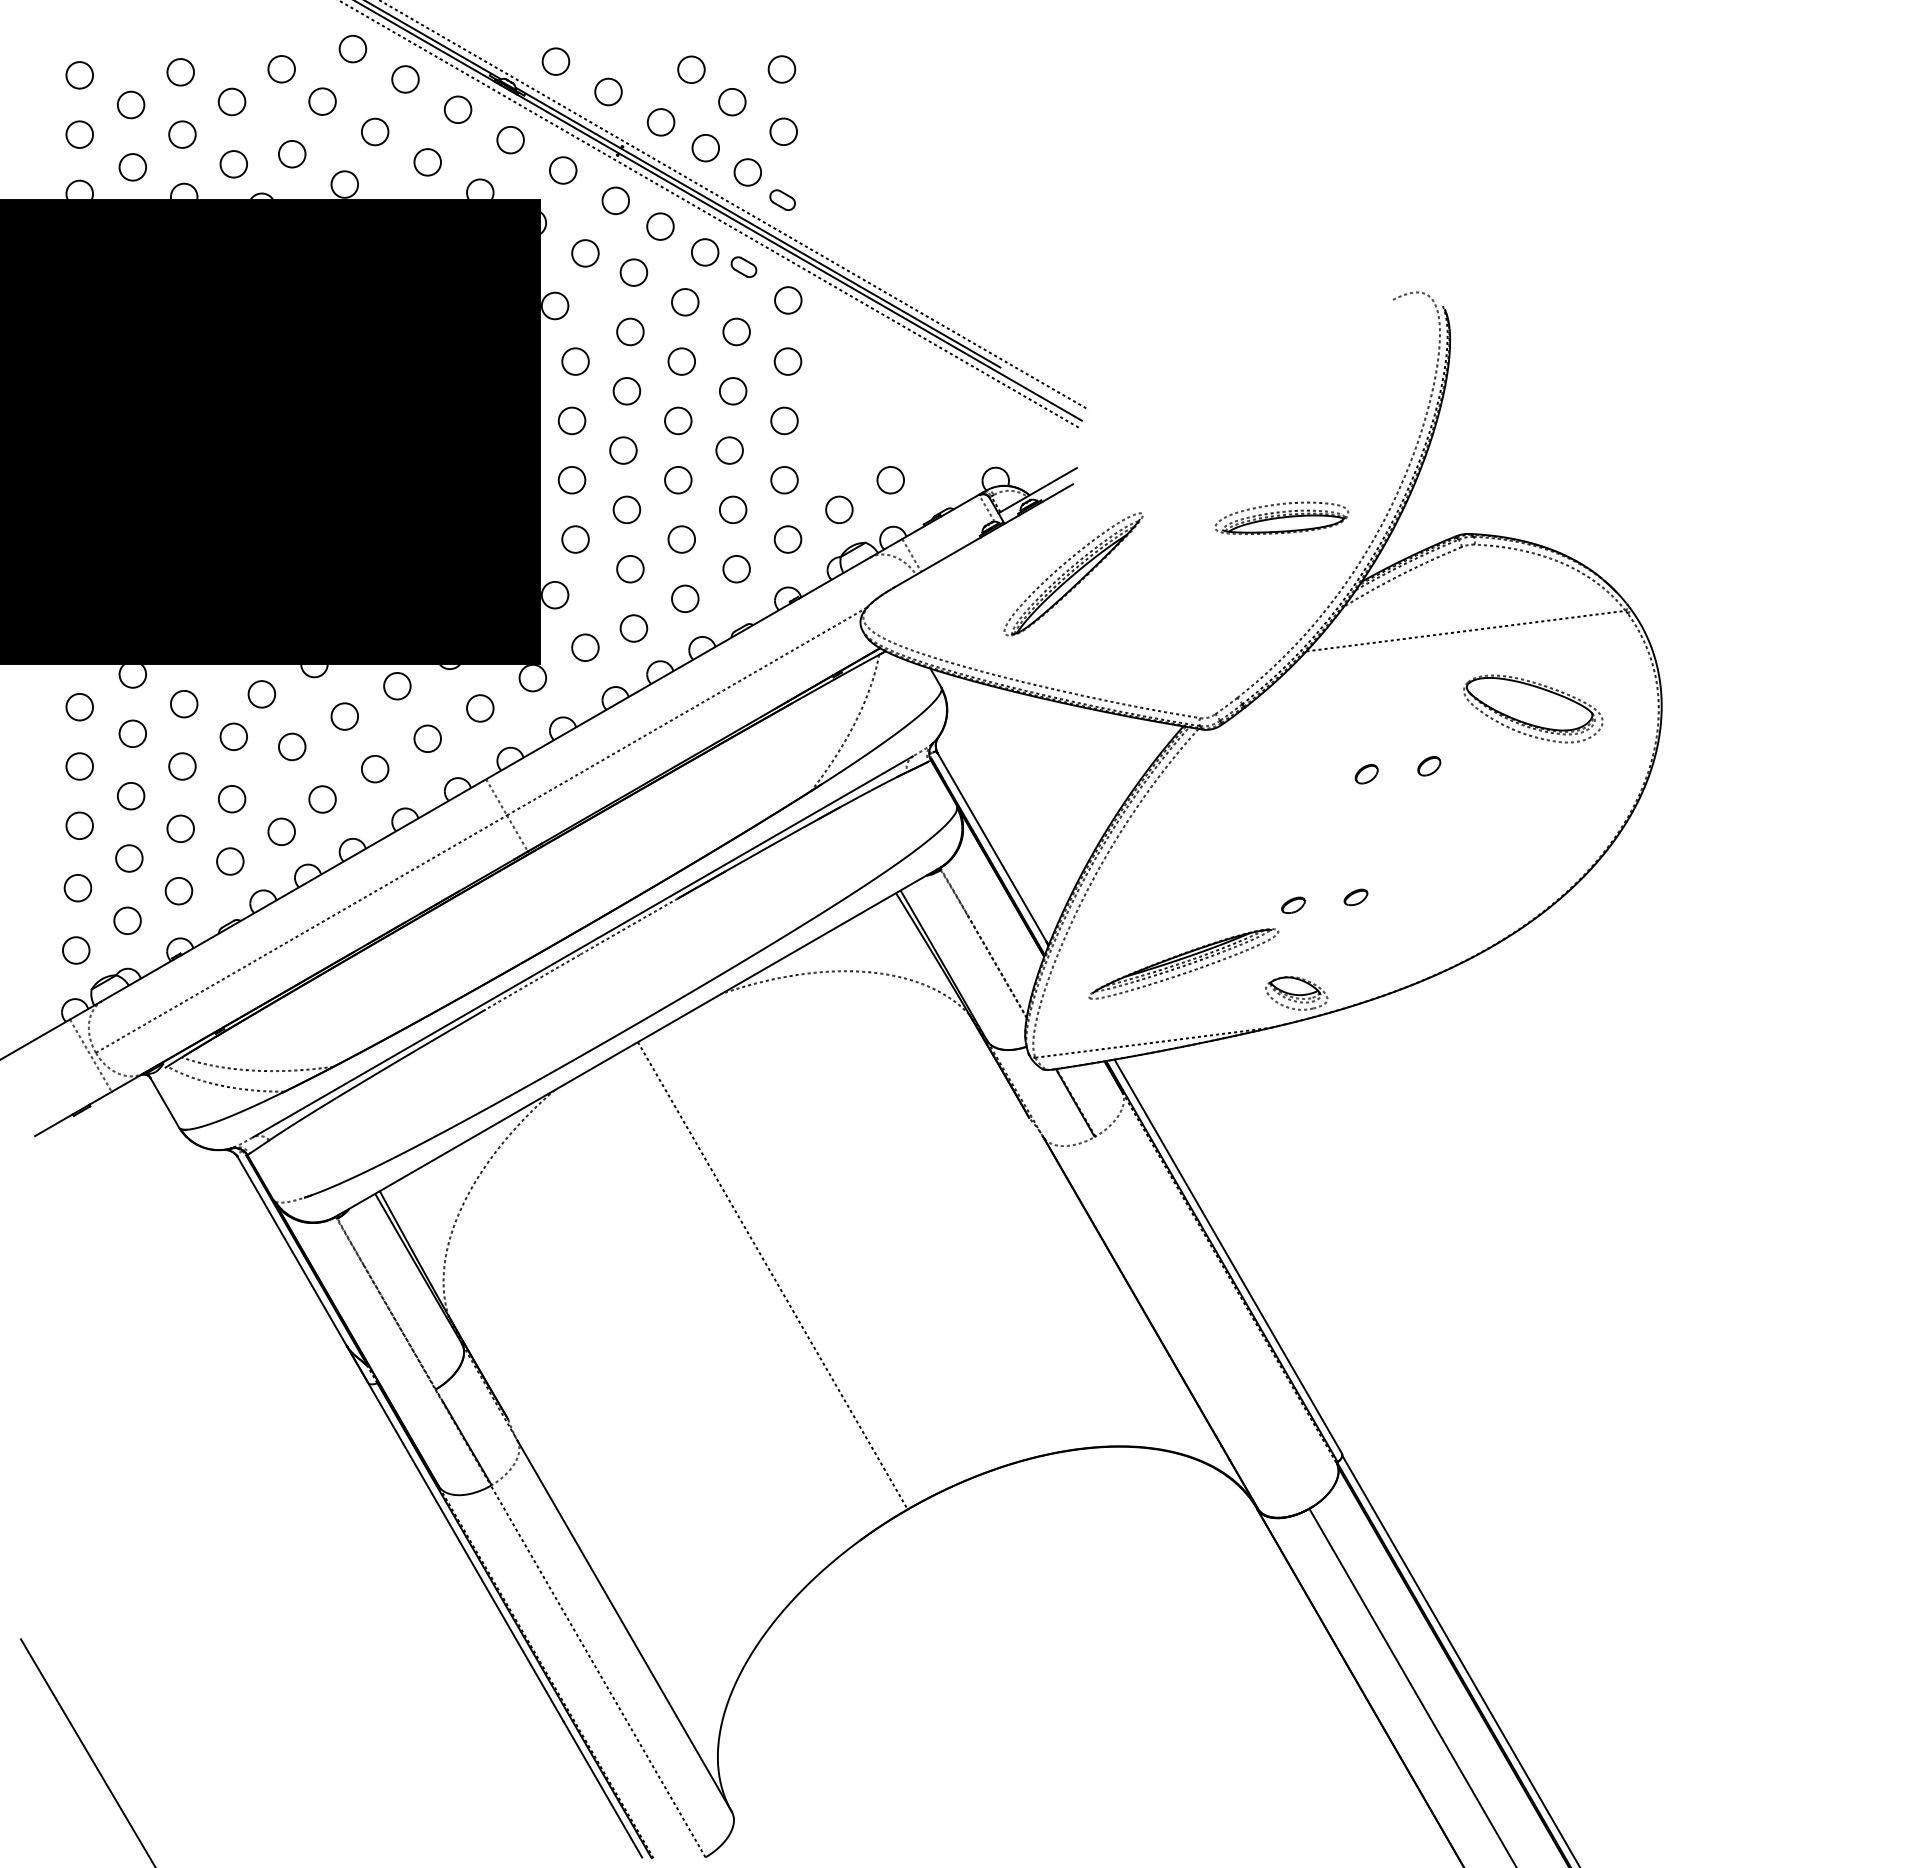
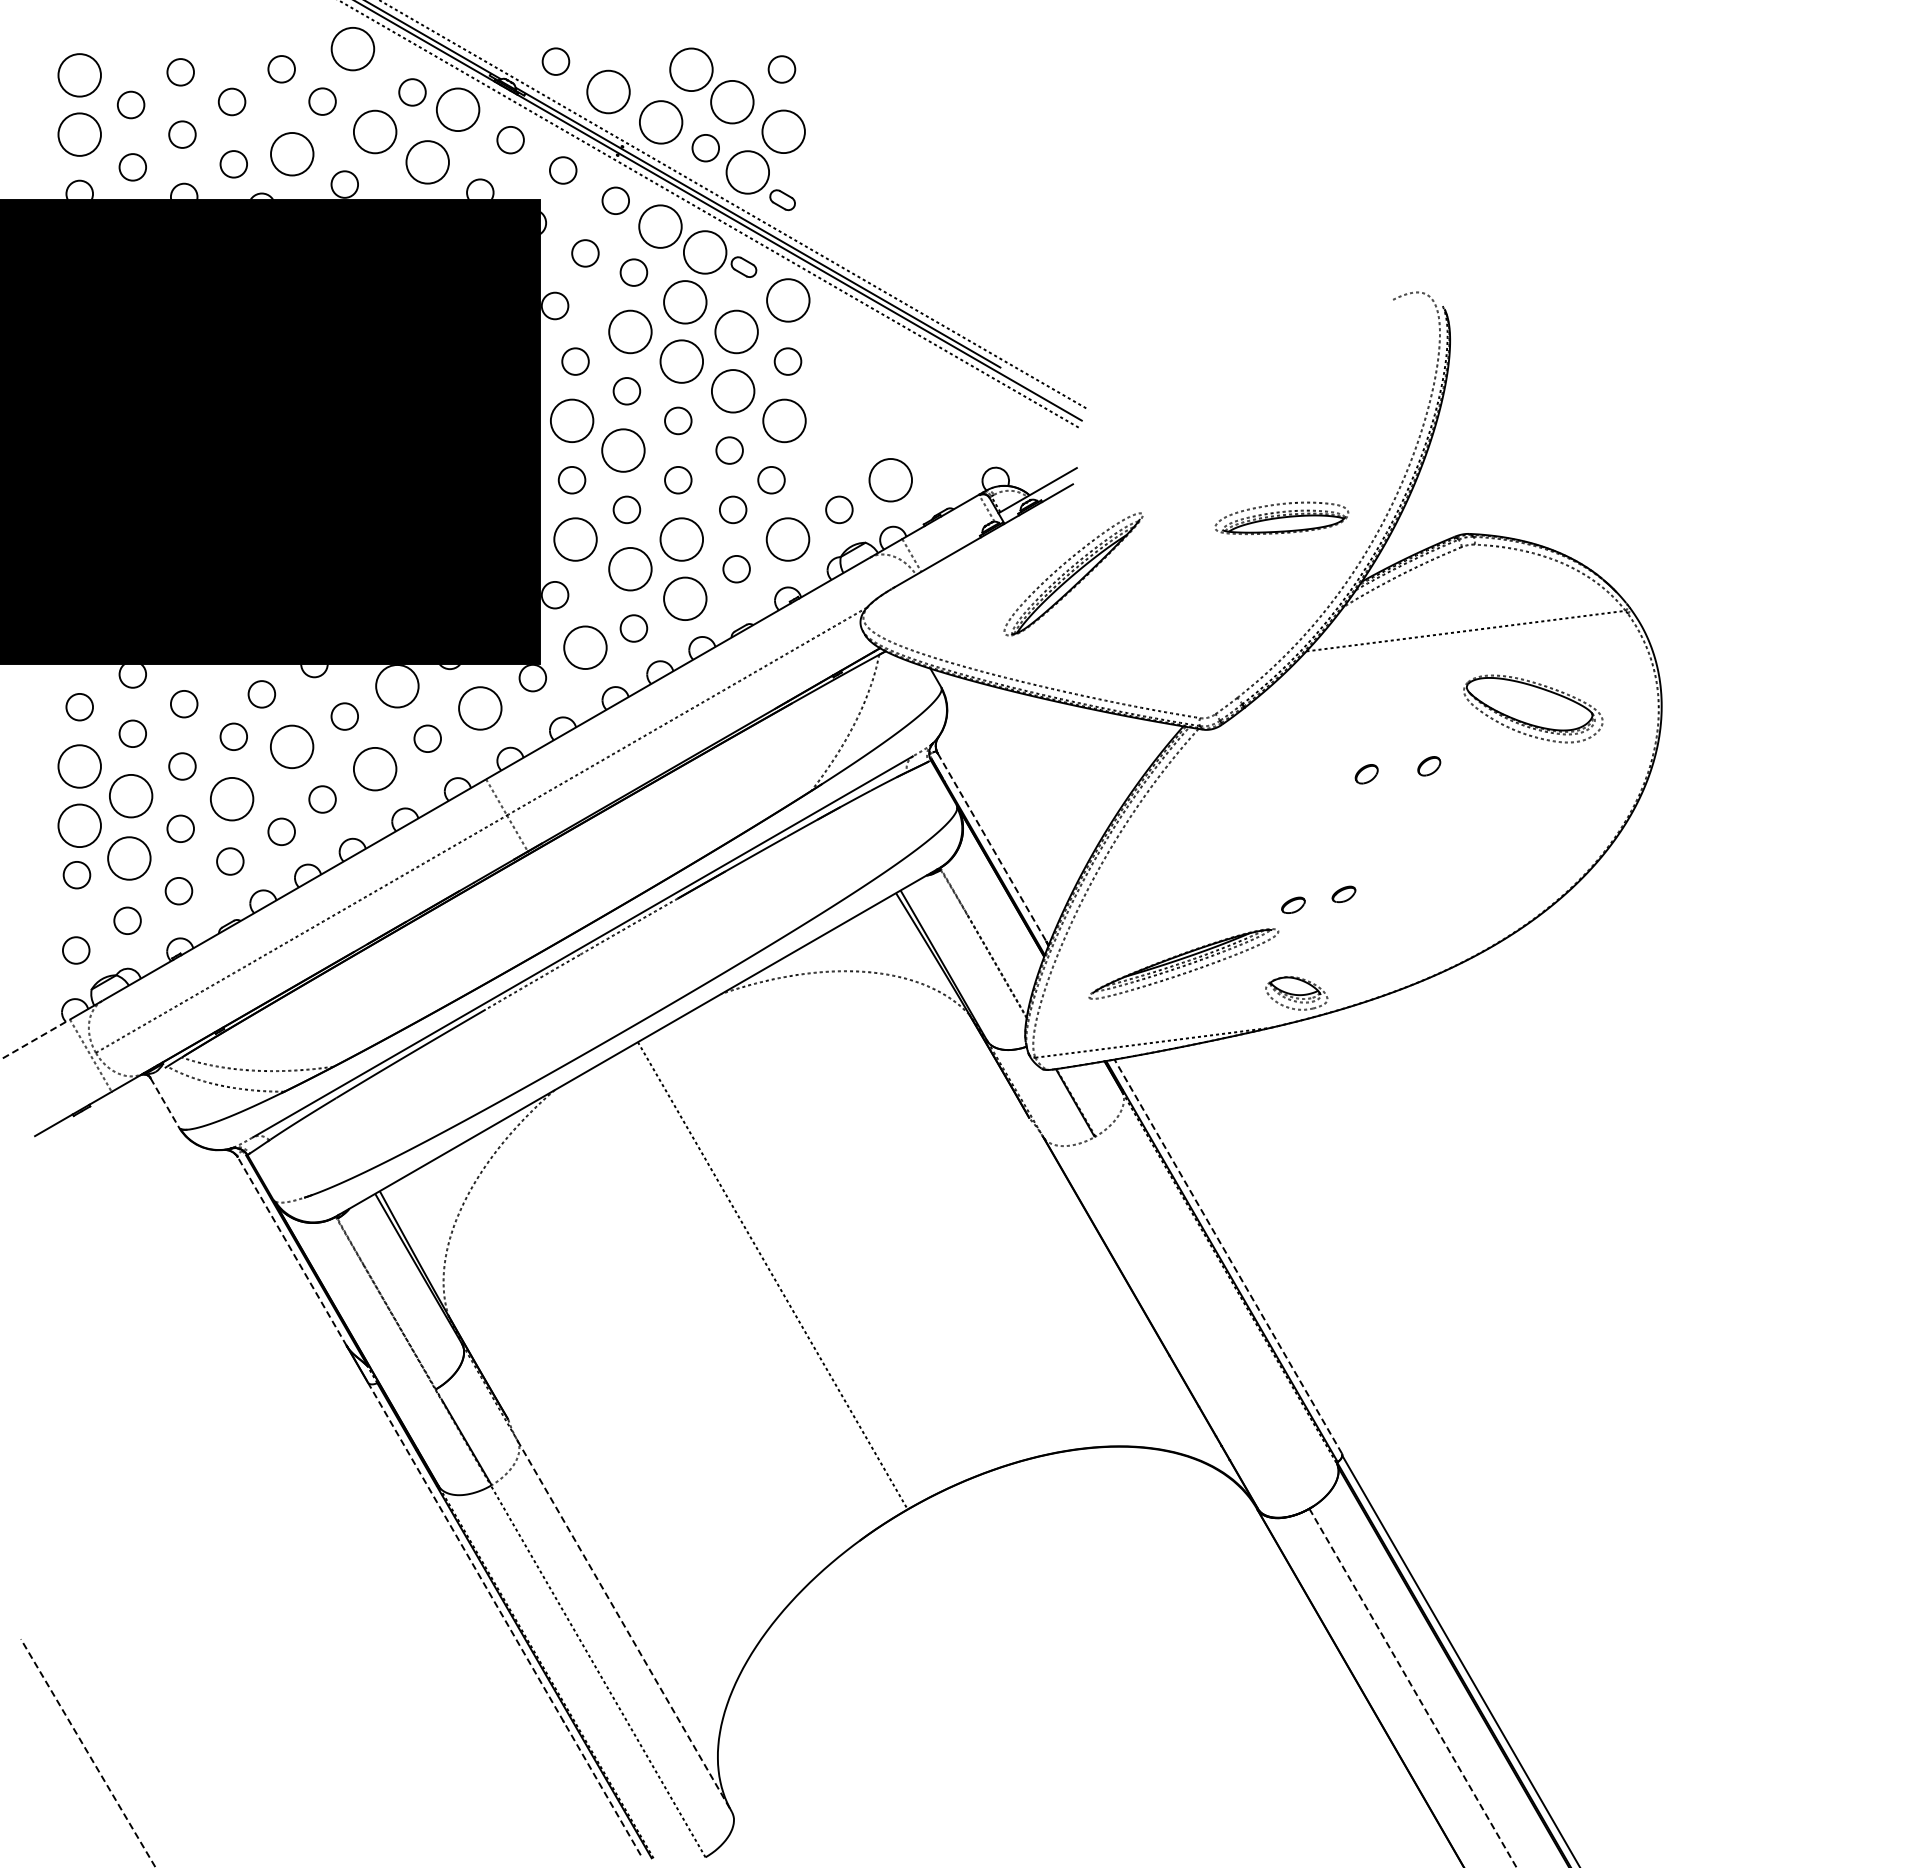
circle at (352, 48) diameter: 27 px -> 42 px
circle at (691, 69) diameter: 27 px -> 42 px
circle at (79, 75) diameter: 27 px -> 42 px
circle at (405, 79) position: (405, 79) -> (412, 92)
circle at (608, 91) diameter: 27 px -> 42 px
circle at (732, 101) diameter: 27 px -> 42 px
circle at (457, 109) diameter: 27 px -> 42 px
circle at (660, 122) diameter: 27 px -> 42 px
circle at (374, 131) diameter: 27 px -> 42 px
circle at (783, 131) diameter: 27 px -> 42 px
circle at (79, 134) diameter: 27 px -> 42 px
circle at (291, 153) diameter: 27 px -> 42 px
circle at (427, 162) diameter: 27 px -> 42 px
circle at (747, 172) diameter: 27 px -> 42 px
circle at (660, 226) diameter: 27 px -> 42 px
circle at (704, 252) diameter: 27 px -> 42 px
circle at (788, 300) diameter: 27 px -> 42 px
circle at (685, 302) diameter: 27 px -> 42 px
circle at (630, 331) diameter: 27 px -> 42 px
circle at (736, 331) diameter: 27 px -> 42 px
circle at (681, 361) diameter: 27 px -> 42 px
circle at (732, 391) diameter: 27 px -> 42 px
circle at (571, 420) size: 30x30 px -> 45x45 px
circle at (784, 420) diameter: 27 px -> 42 px
circle at (623, 450) diameter: 27 px -> 42 px
circle at (890, 479) diameter: 27 px -> 42 px
circle at (784, 480) position: (784, 480) -> (771, 480)
circle at (575, 539) diameter: 27 px -> 42 px
circle at (681, 539) diameter: 27 px -> 42 px
circle at (787, 539) diameter: 27 px -> 42 px
circle at (630, 568) diameter: 27 px -> 42 px
circle at (685, 598) diameter: 27 px -> 42 px
circle at (585, 647) diameter: 27 px -> 42 px
circle at (397, 685) diameter: 27 px -> 42 px
circle at (480, 708) diameter: 27 px -> 42 px
circle at (292, 746) size: 29x30 px -> 45x45 px
circle at (79, 766) diameter: 27 px -> 42 px
circle at (374, 768) diameter: 27 px -> 42 px
circle at (130, 795) diameter: 27 px -> 42 px
circle at (231, 798) diameter: 27 px -> 42 px
circle at (79, 825) diameter: 27 px -> 42 px
line at (992, 847): solid -> dashed
circle at (129, 858) diameter: 27 px -> 42 px
circle at (77, 888) position: (77, 888) -> (76, 875)
part at (1355, 897) position: (1355, 897) -> (1343, 894)
line at (35, 1039): solid -> dashed
line at (165, 1103): solid -> dashed
line at (292, 1251): solid -> dashed
line at (1227, 1256): solid -> dashed
line at (505, 1620): solid -> dashed
line at (624, 1626): solid -> dashed
line at (1413, 1688): solid -> dashed
line at (88, 1753): solid -> dashed
